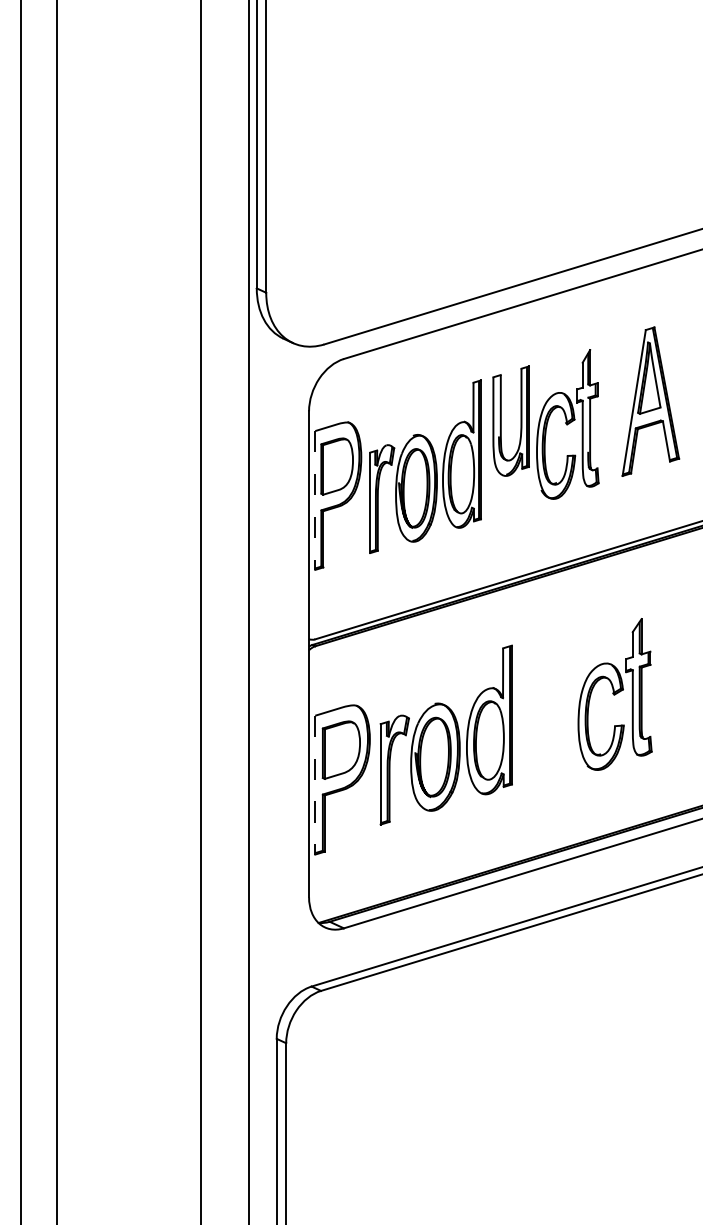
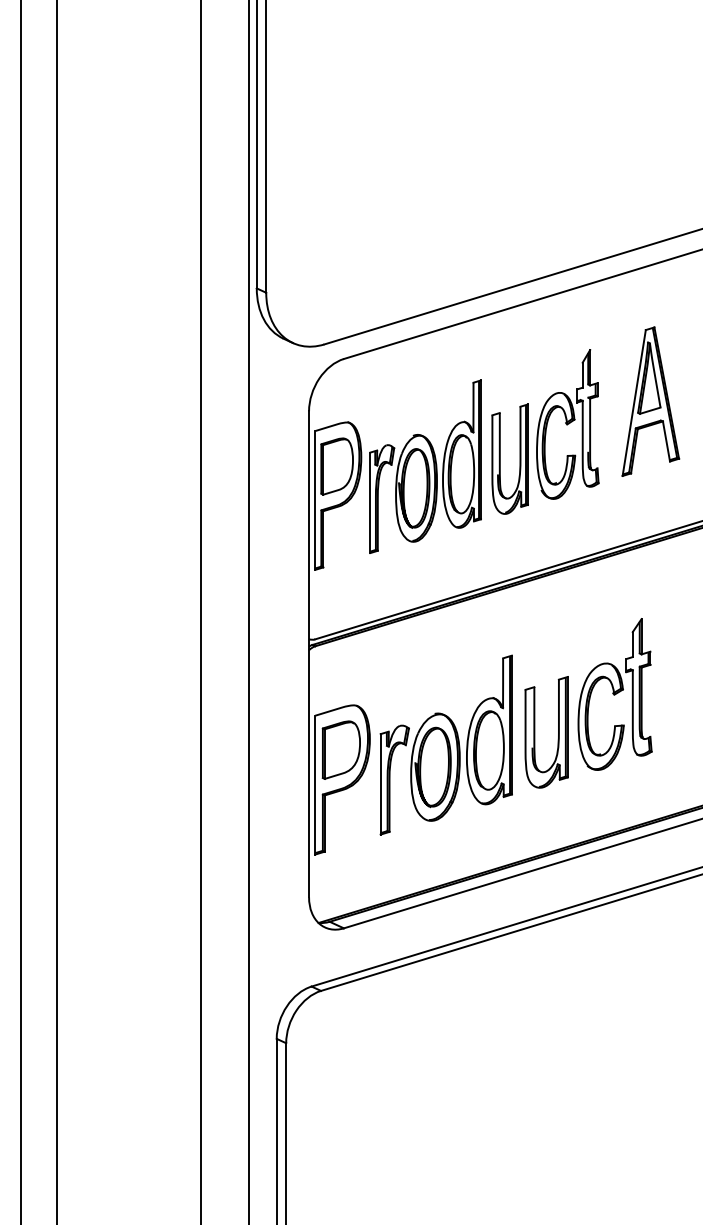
part at (501, 420) position: (501, 420) -> (500, 458)
line at (315, 501): dashed -> solid
part at (535, 732): none -> present
part at (445, 734) position: (445, 734) -> (445, 744)
line at (315, 785): dashed -> solid
